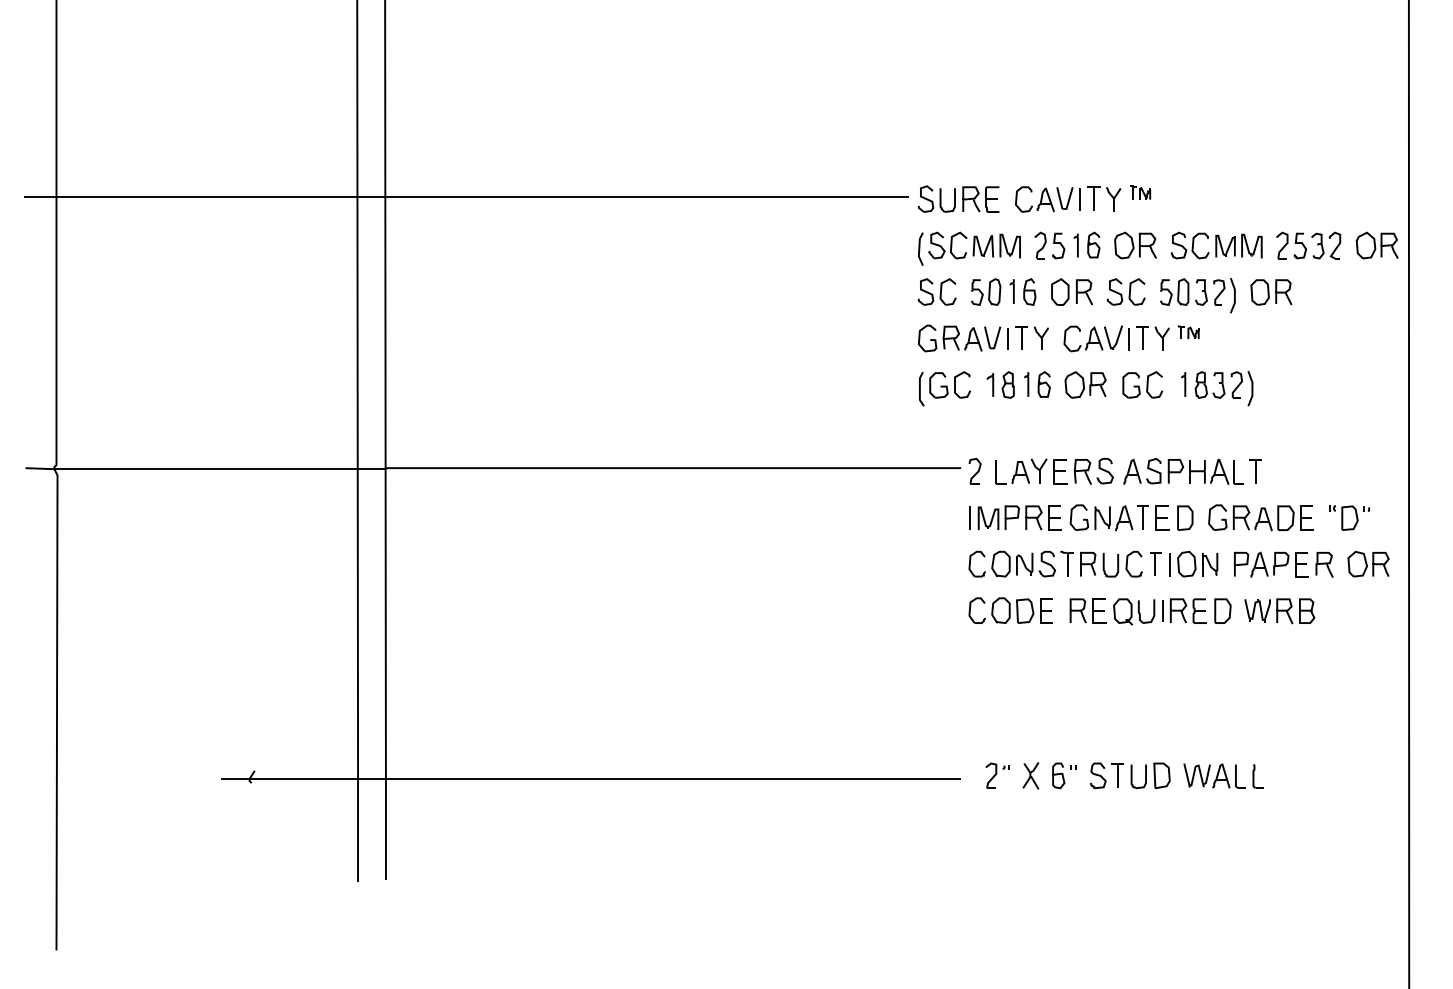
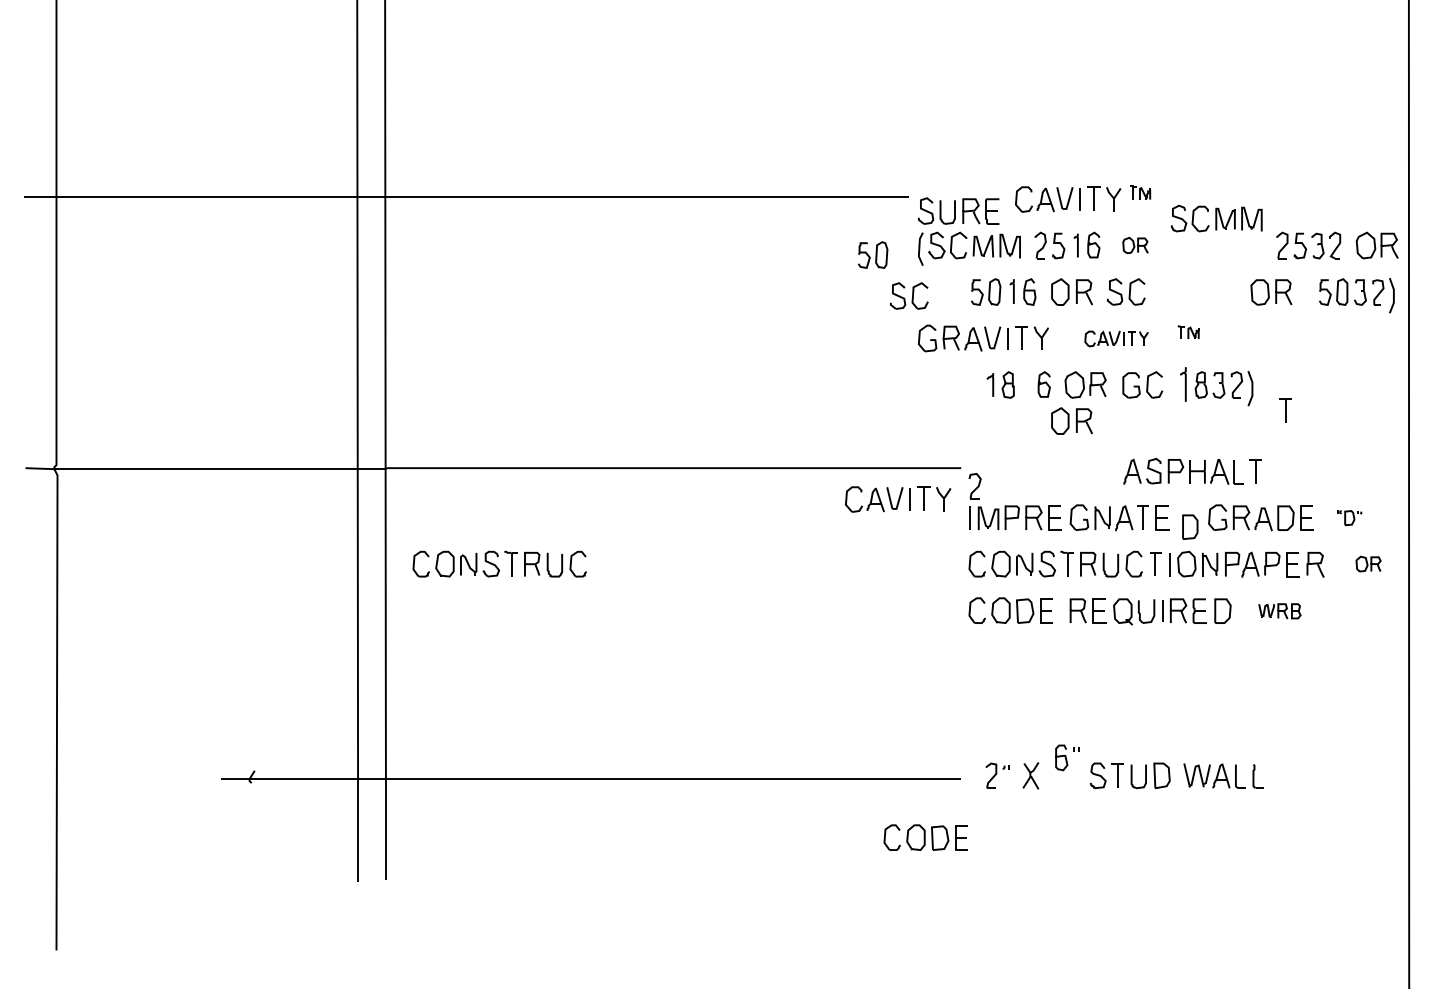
part at (958, 198) position: (958, 198) -> (958, 210)
part at (1135, 245) size: 43x29 px -> 27x19 px
part at (1216, 245) position: (1216, 245) -> (1216, 218)
part at (873, 254): none -> present
part at (937, 291) position: (937, 291) -> (909, 295)
part at (1197, 295) position: (1197, 295) -> (1356, 295)
part at (1116, 338) size: 107x28 px -> 65x18 px
part at (1026, 384): present -> none
part at (1183, 384) size: 6x25 px -> 7x35 px
part at (945, 388): present -> none
part at (1285, 410): none -> present
part at (1071, 420): none -> present
part at (974, 471) position: (974, 471) -> (974, 486)
part at (1054, 471): present -> none
part at (898, 499): none -> present
part at (1185, 517) position: (1185, 517) -> (1190, 526)
part at (1349, 517) size: 41x26 px -> 26x17 px
part at (499, 563): none -> present
part at (1368, 563) size: 43x28 px -> 27x18 px
part at (1283, 564) position: (1283, 564) -> (1274, 564)
part at (1279, 611) size: 72x27 px -> 44x17 px
part at (1064, 775) position: (1064, 775) -> (1067, 757)
part at (925, 837): none -> present
